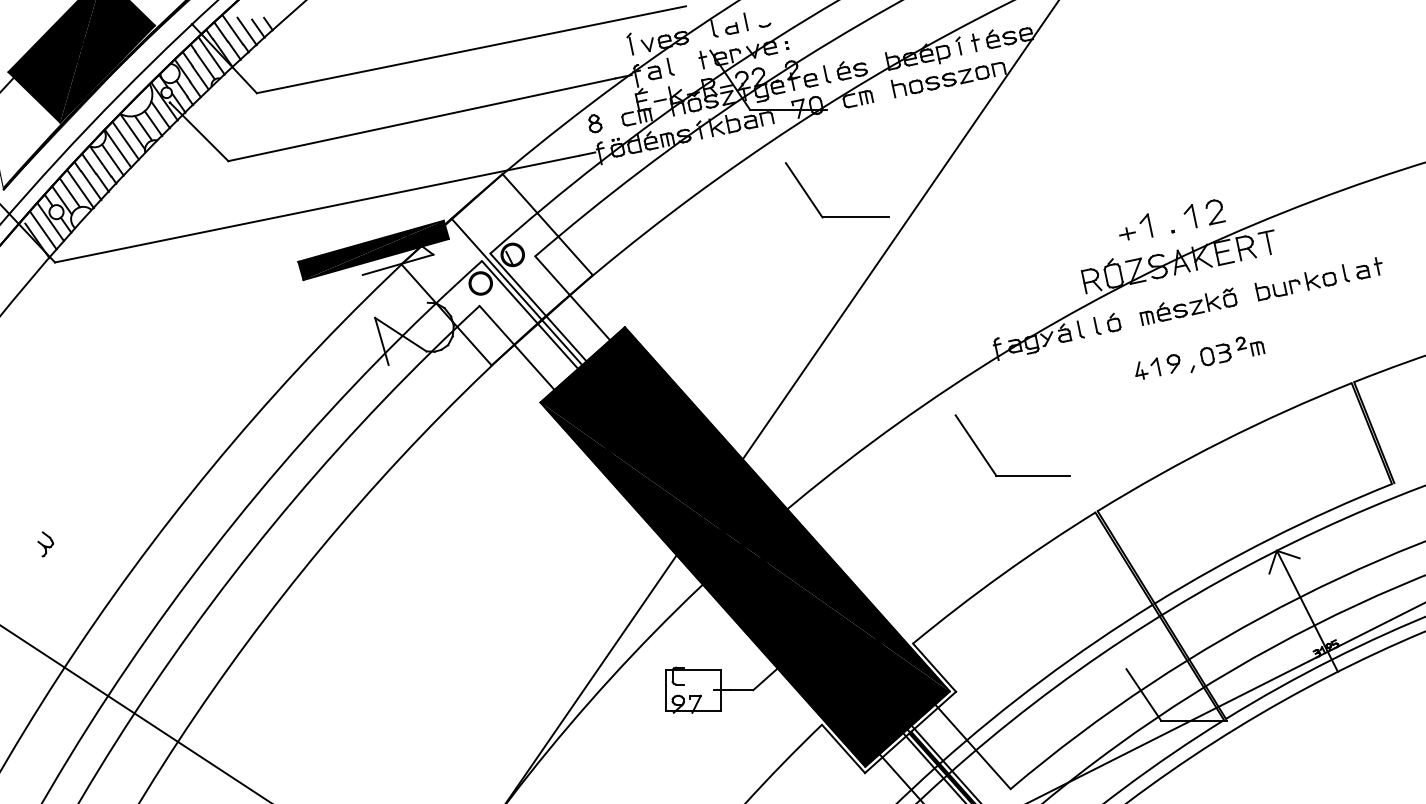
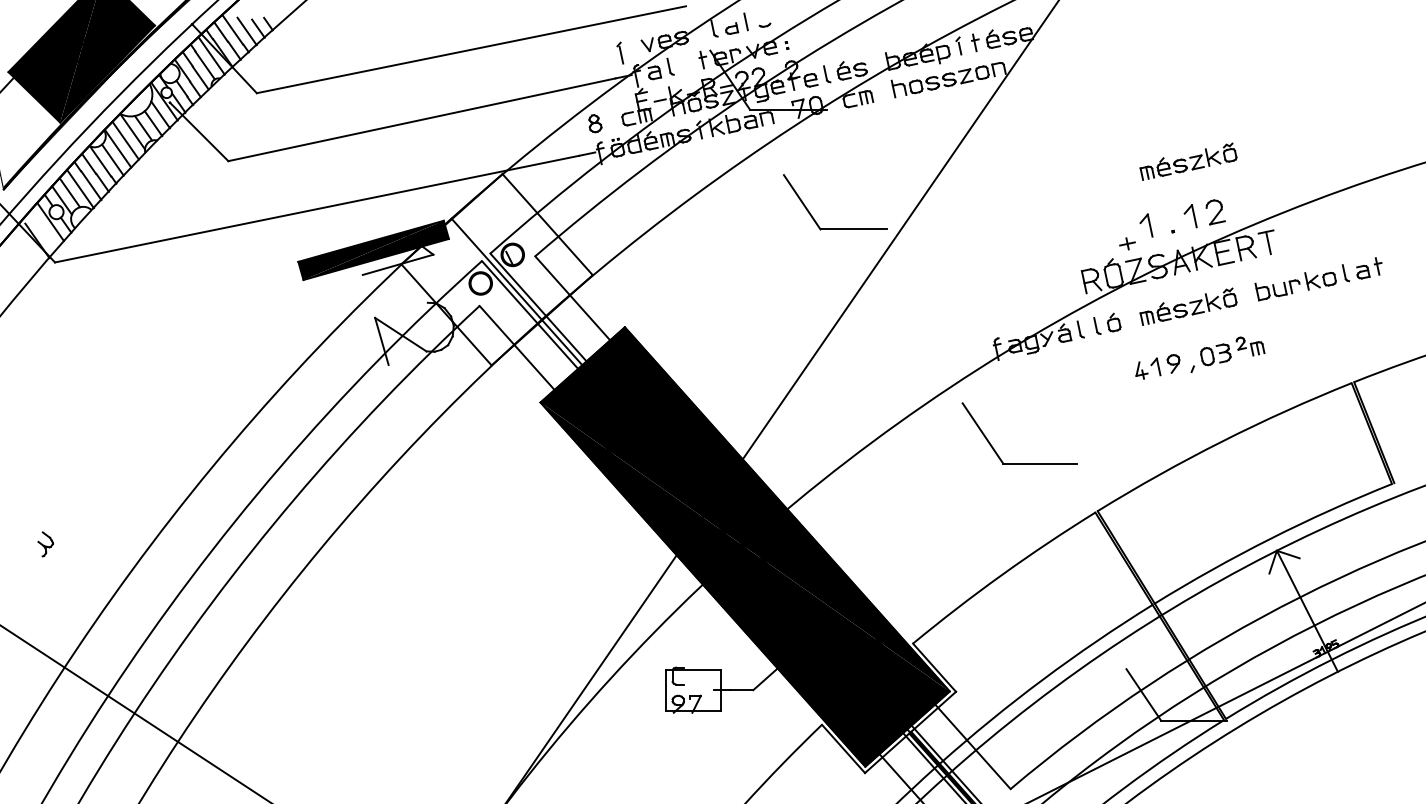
part at (630, 43) position: (630, 43) -> (620, 52)
part at (1188, 161): none -> present
part at (837, 216) position: (837, 216) -> (835, 228)
line at (43, 230): present -> none
part at (1127, 233) position: (1127, 233) -> (1127, 243)
part at (987, 460) position: (987, 460) -> (994, 448)
